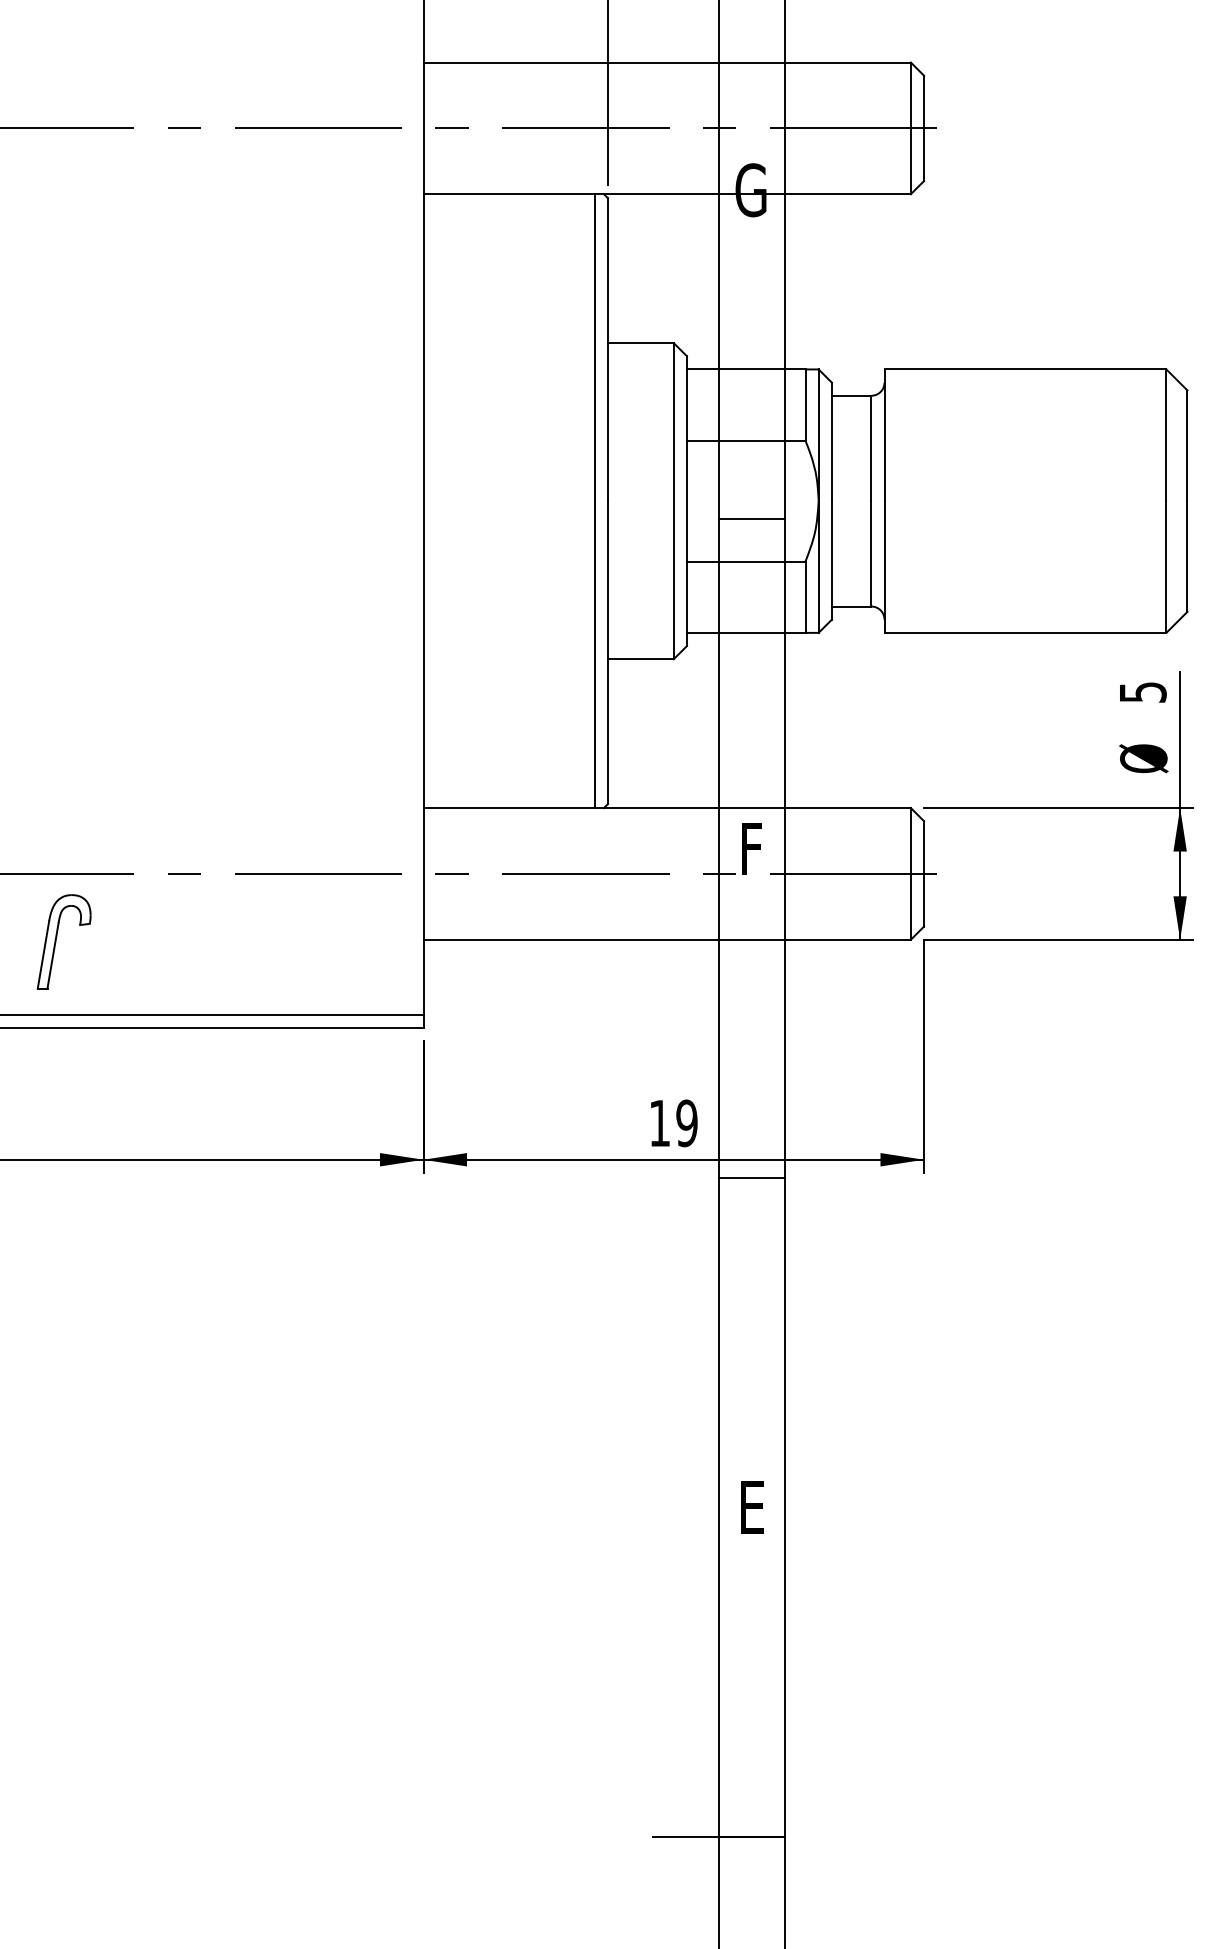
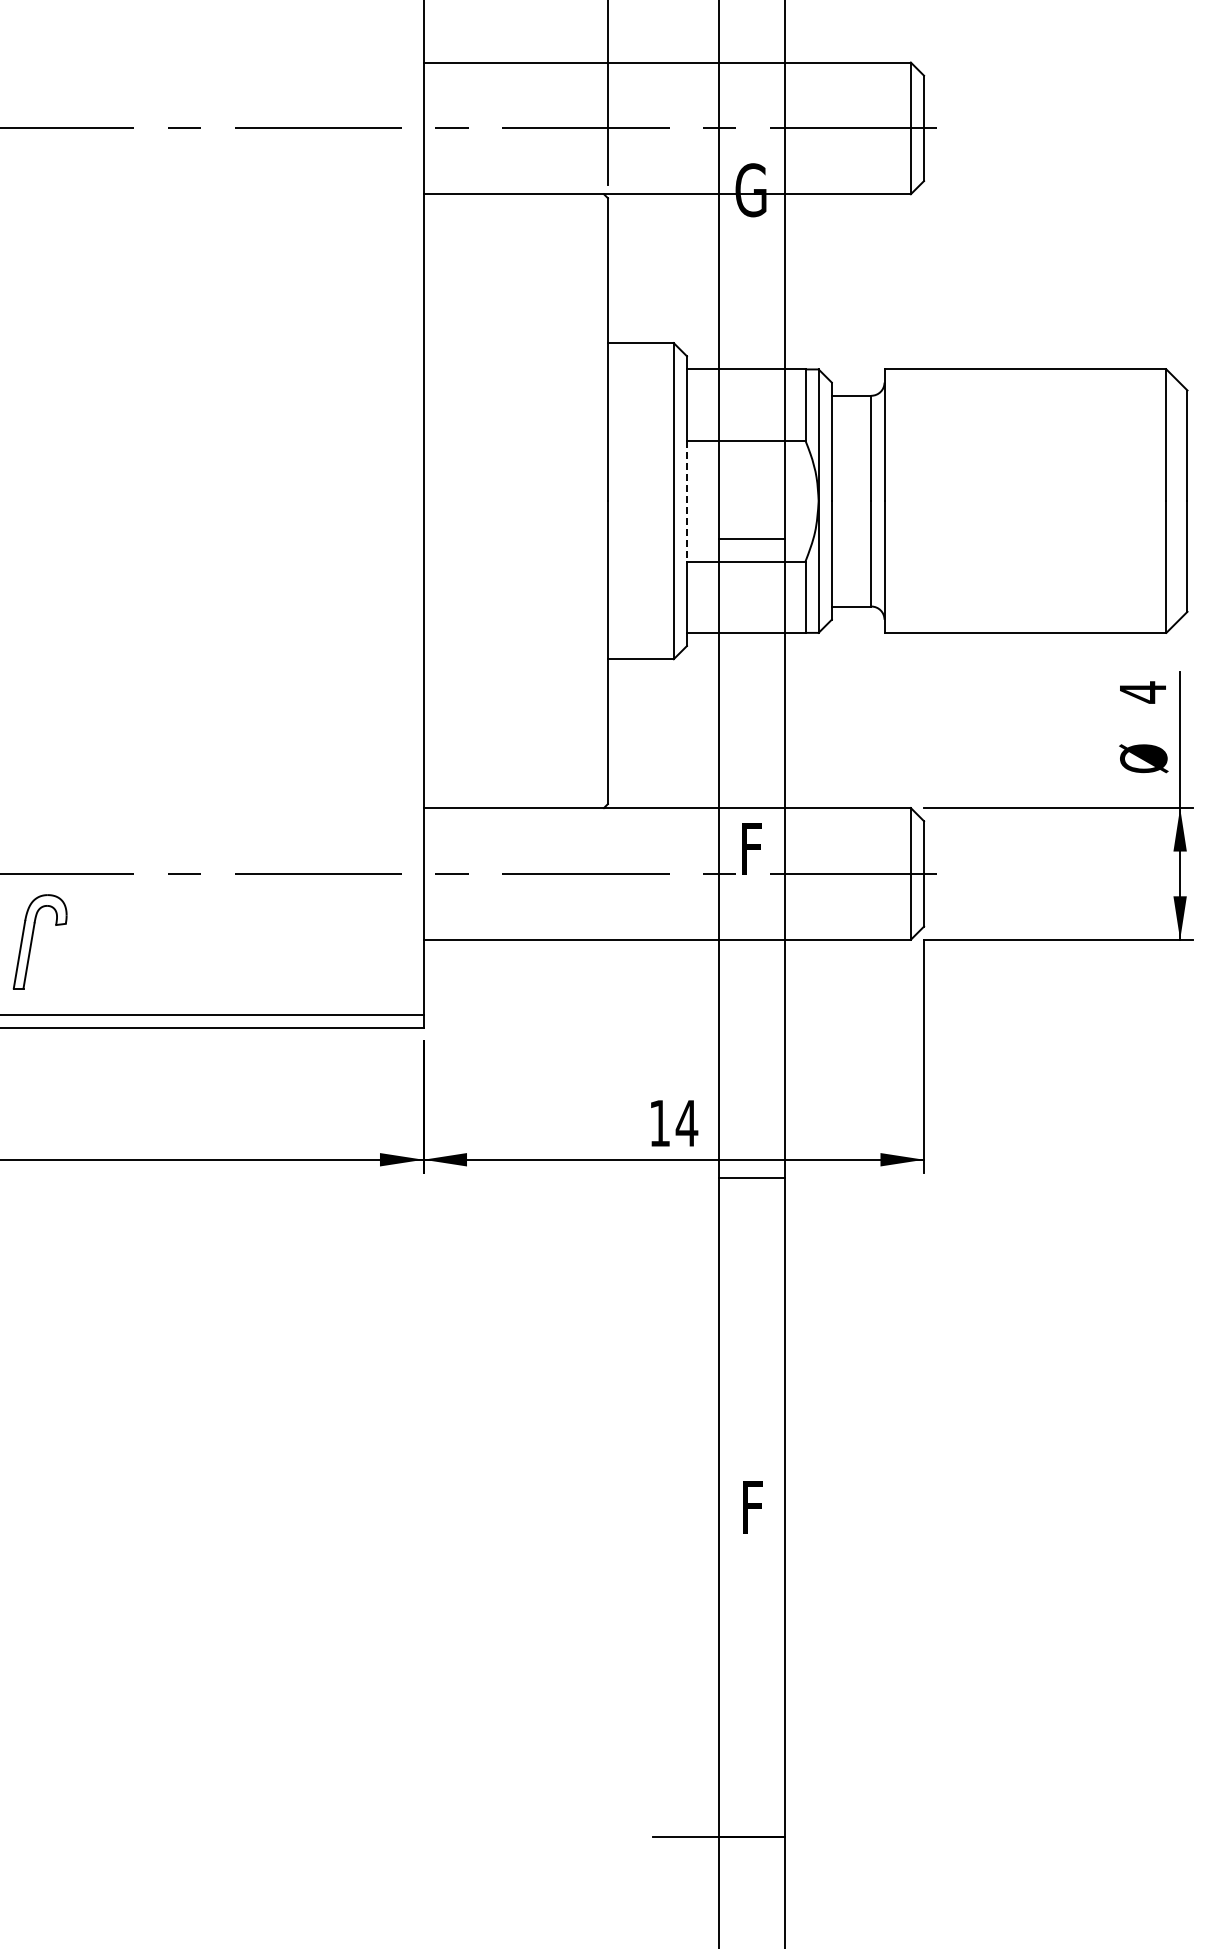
line at (594, 501): present -> none
line at (686, 501): solid -> dashed
line at (751, 519) position: (751, 519) -> (751, 539)
text at (1143, 692): 5 -> 4
part at (56, 941) position: (56, 941) -> (32, 941)
text at (686, 1123): 19 -> 14
text at (752, 1507): E -> F
